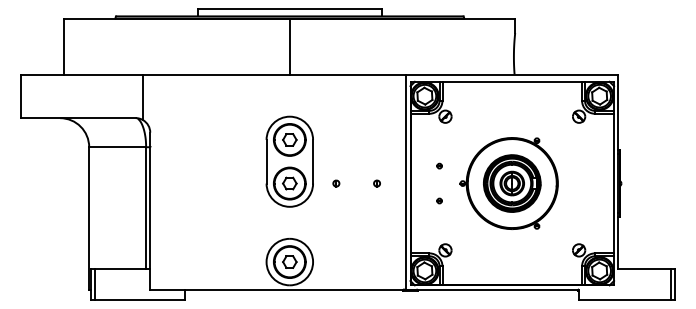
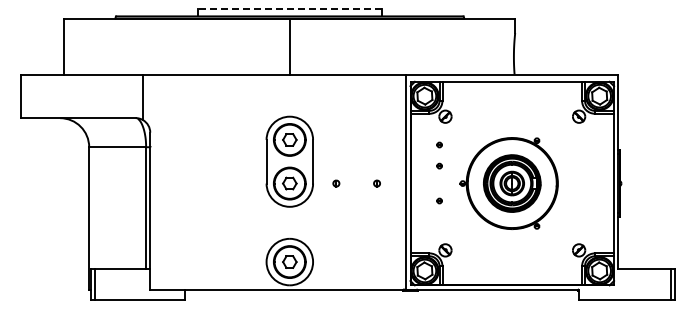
line at (289, 9): solid -> dashed
part at (439, 144): none -> present
